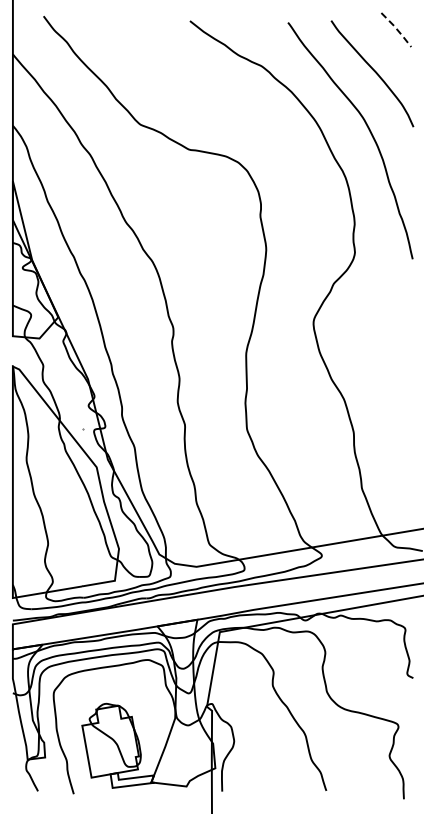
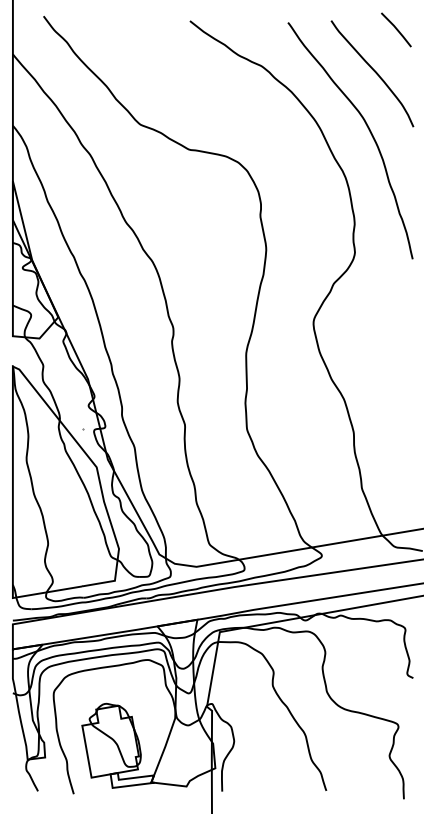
line at (397, 29): dashed -> solid
